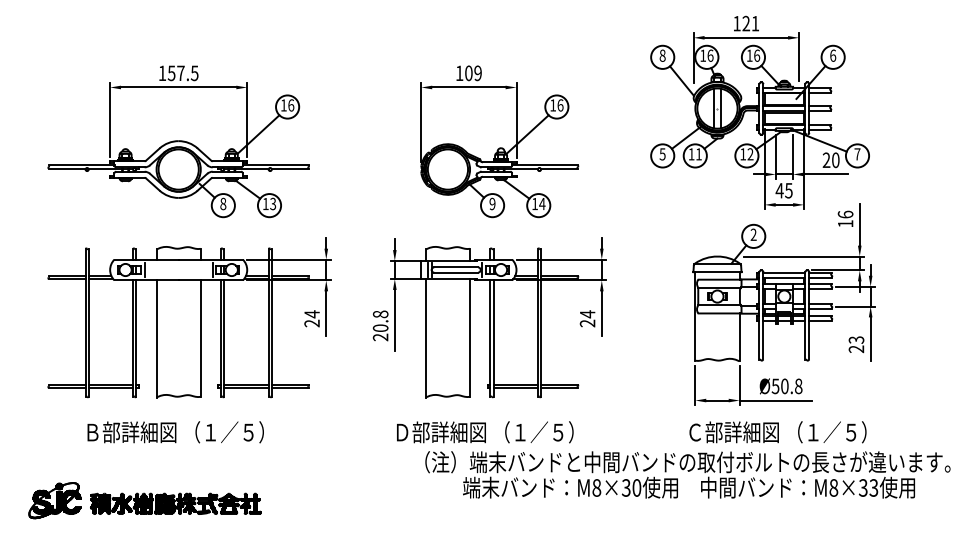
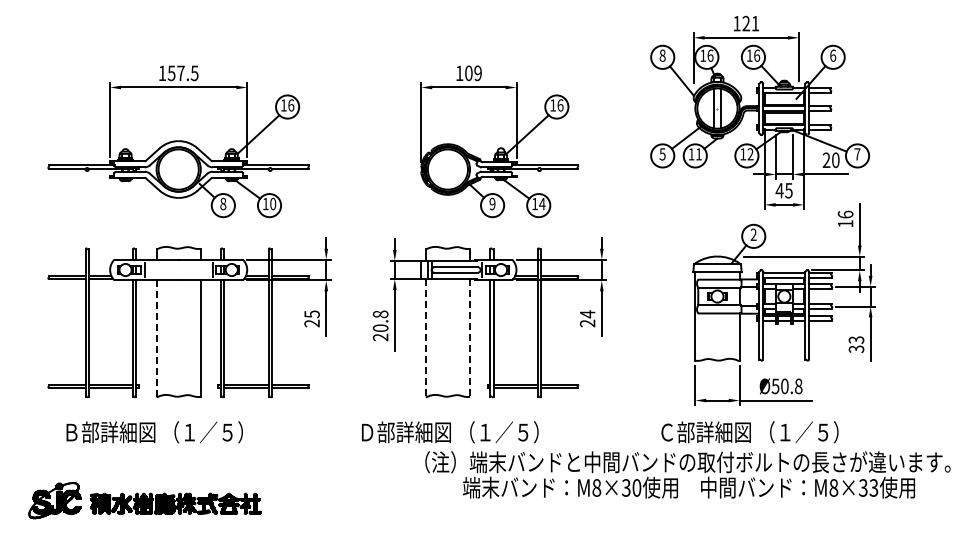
text at (273, 204): 13 -> 10
text at (311, 314): 24 -> 25
line at (470, 337): solid -> dashed
line at (156, 338): solid -> dashed
line at (425, 338): solid -> dashed
text at (856, 349): 23 -> 33
text at (175, 432) position: (175, 432) -> (154, 432)
text at (485, 432) position: (485, 432) -> (450, 432)
text at (777, 432) position: (777, 432) -> (749, 432)
